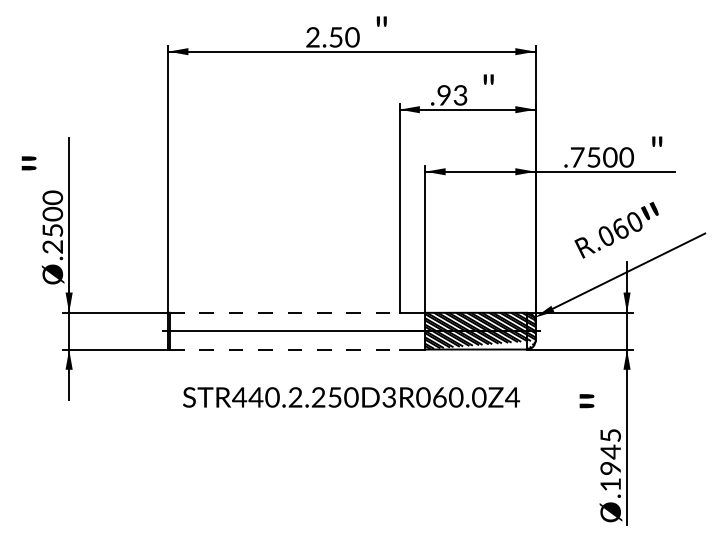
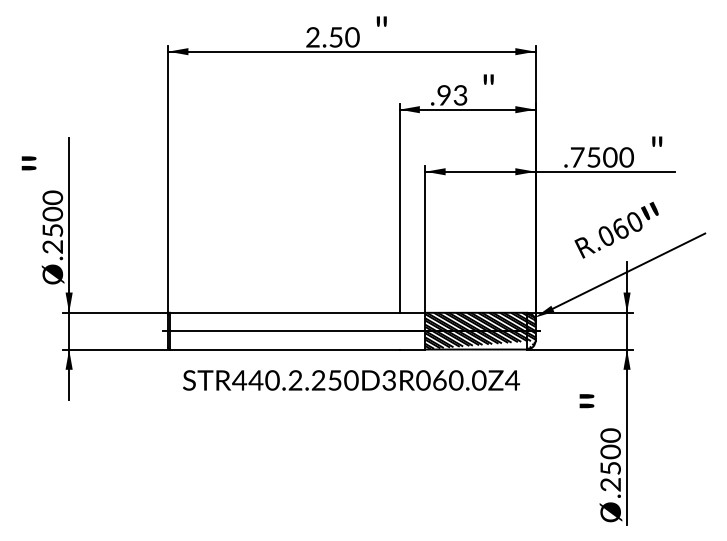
line at (284, 312): dashed -> solid
line at (284, 349): dashed -> solid
text at (351, 397) position: (351, 397) -> (351, 380)
text at (610, 459): .1945 -> .2500
